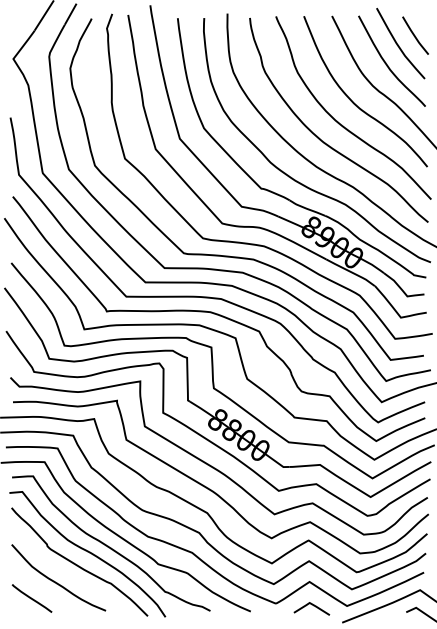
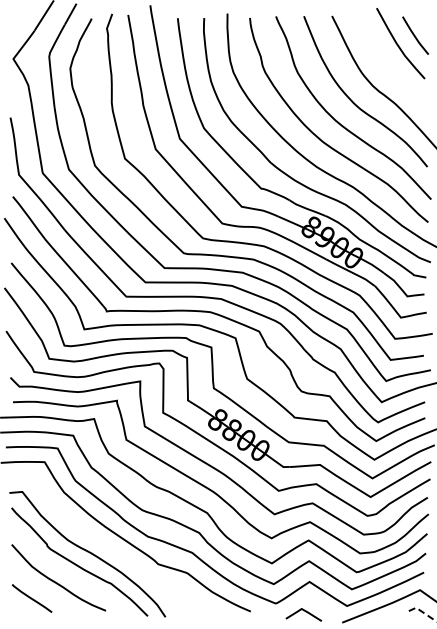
curve at (386, 62): present -> none
curve at (108, 545): present -> none
line at (313, 606) position: (313, 606) -> (305, 612)
line at (421, 611): solid -> dashed
